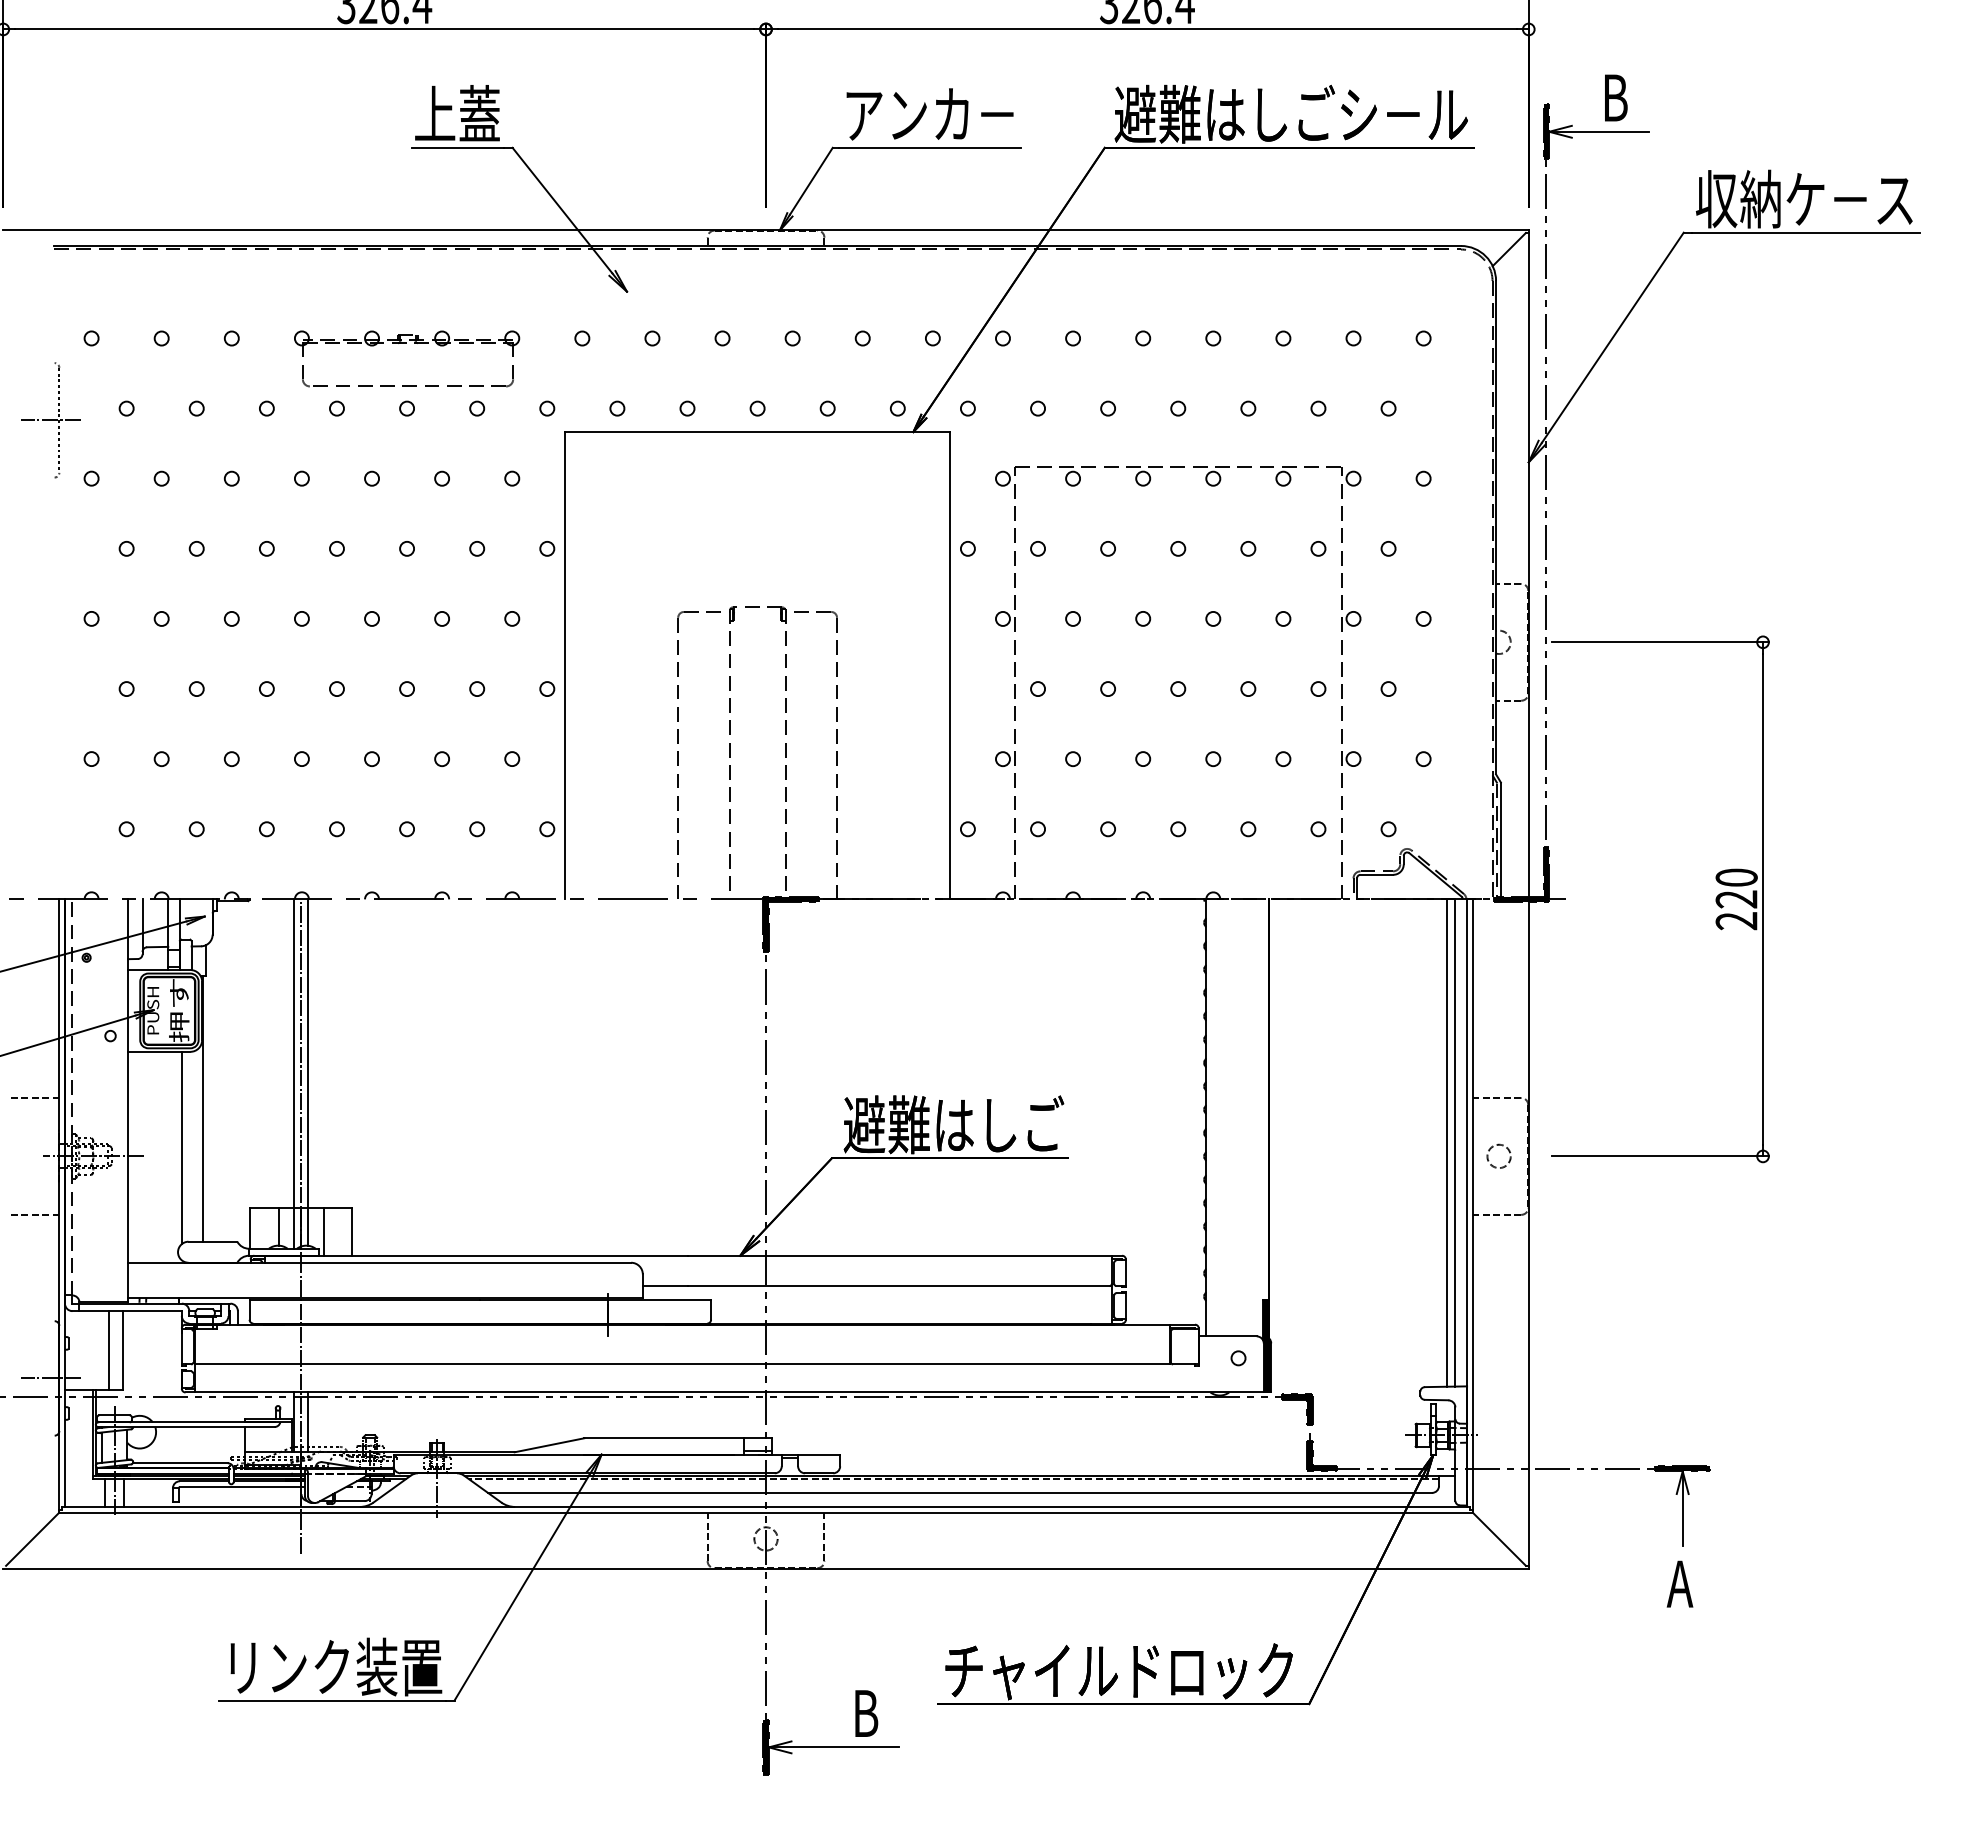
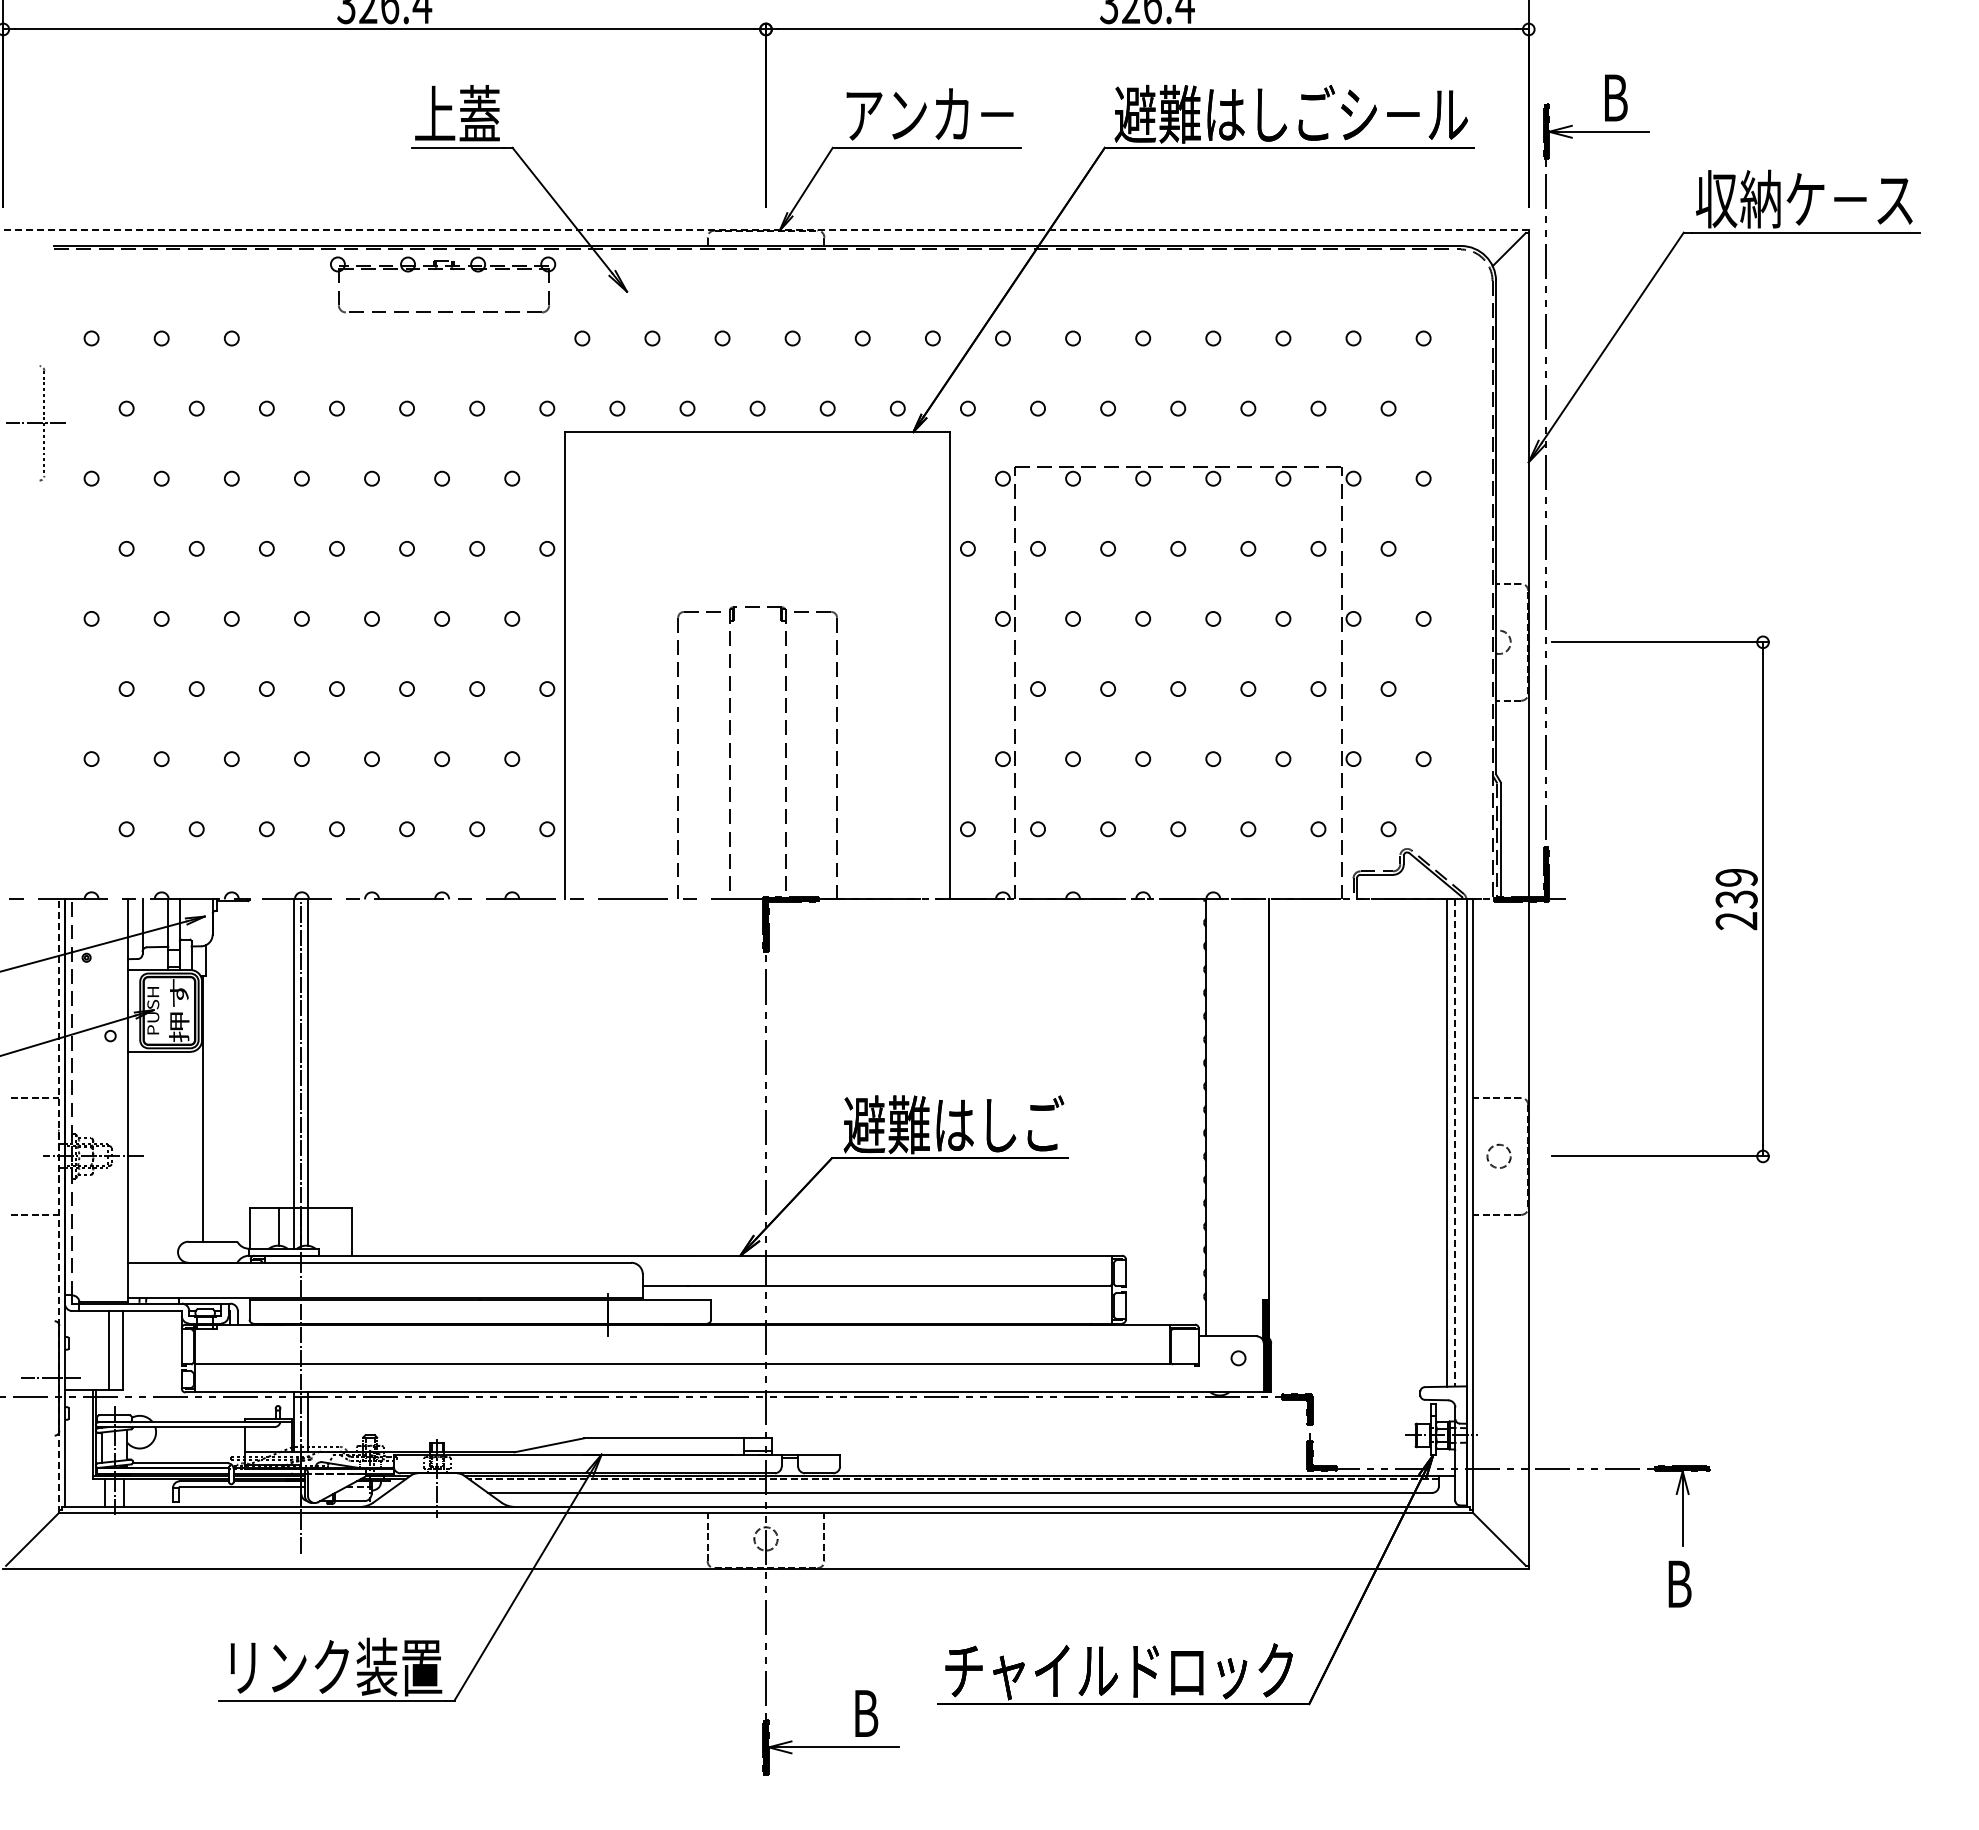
line at (766, 230): solid -> dashed
part at (406, 343) position: (406, 343) -> (442, 269)
part at (50, 420) position: (50, 420) -> (35, 423)
text at (1736, 888): 220 -> 239
line at (1455, 1142): solid -> dashed
line at (181, 1147): present -> none
line at (59, 1205): solid -> dashed
line at (324, 1231): present -> none
text at (1679, 1583): A -> B
